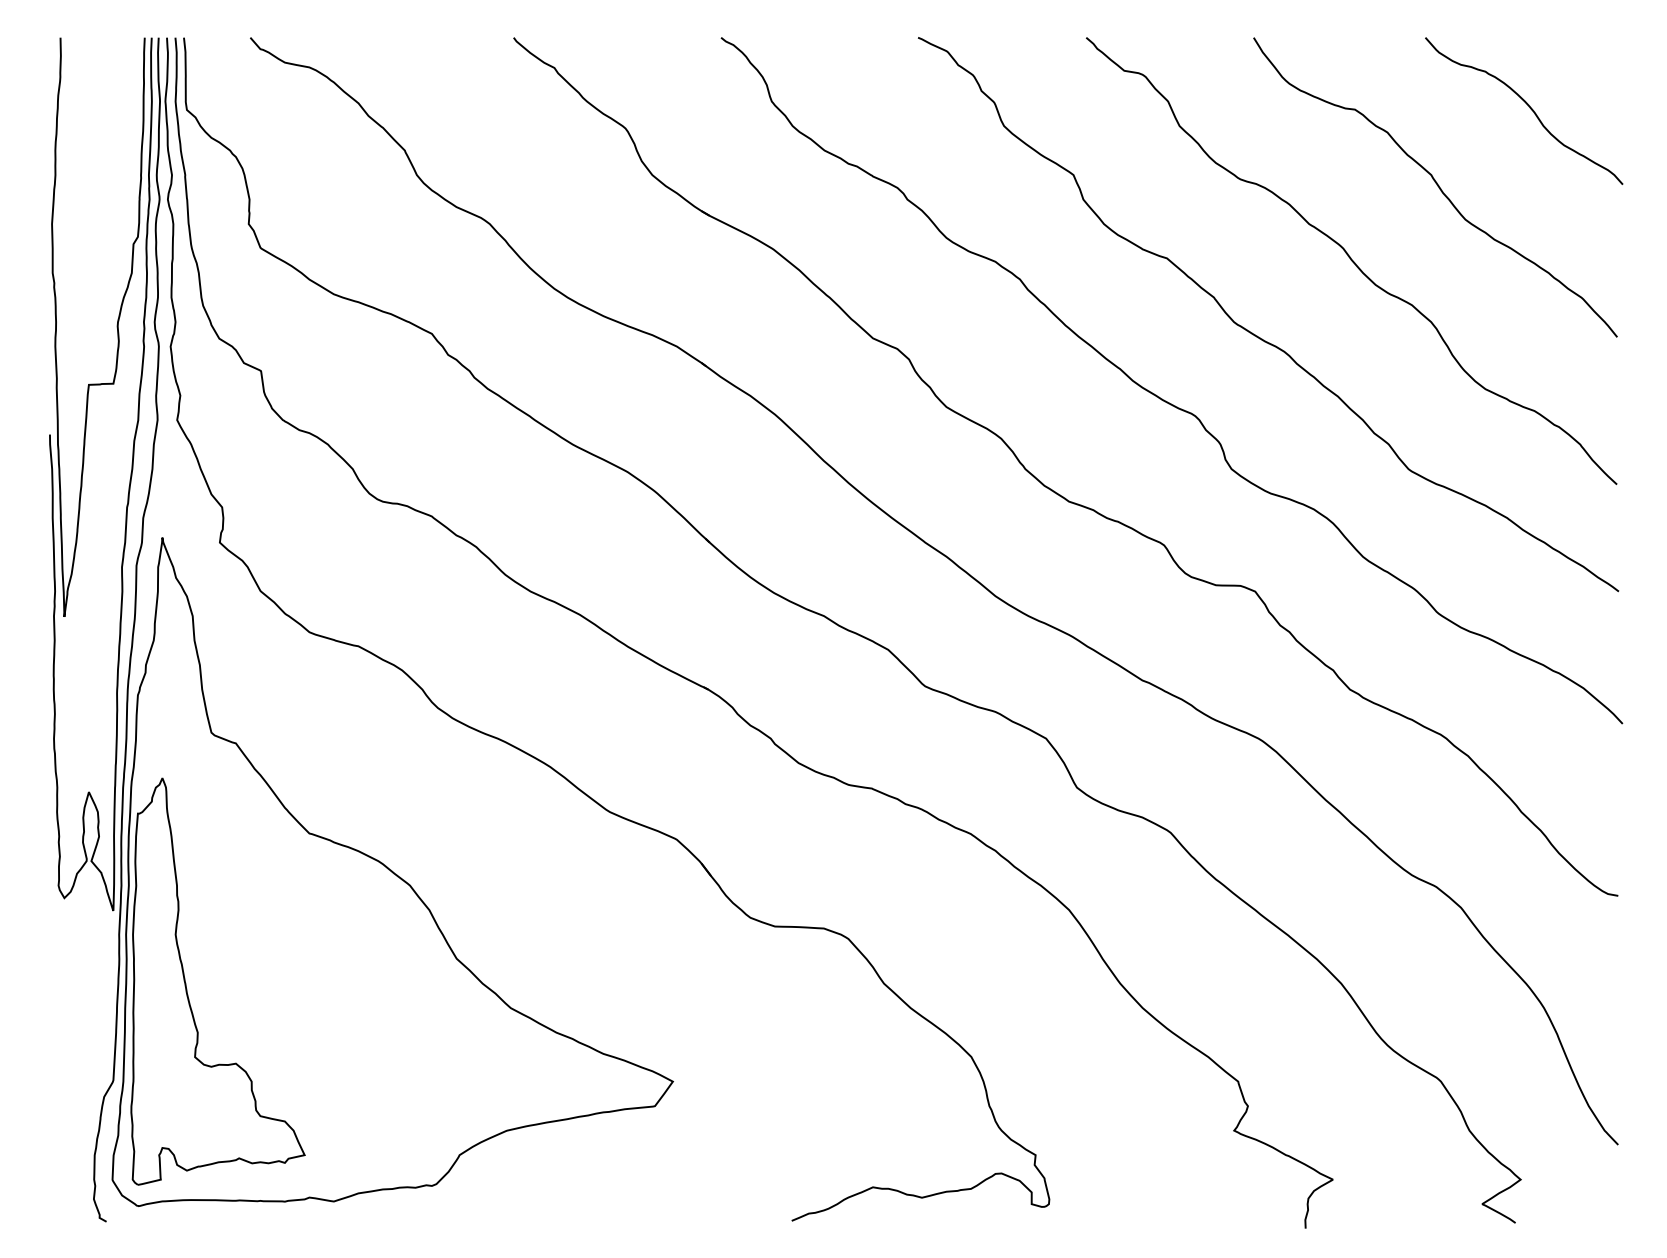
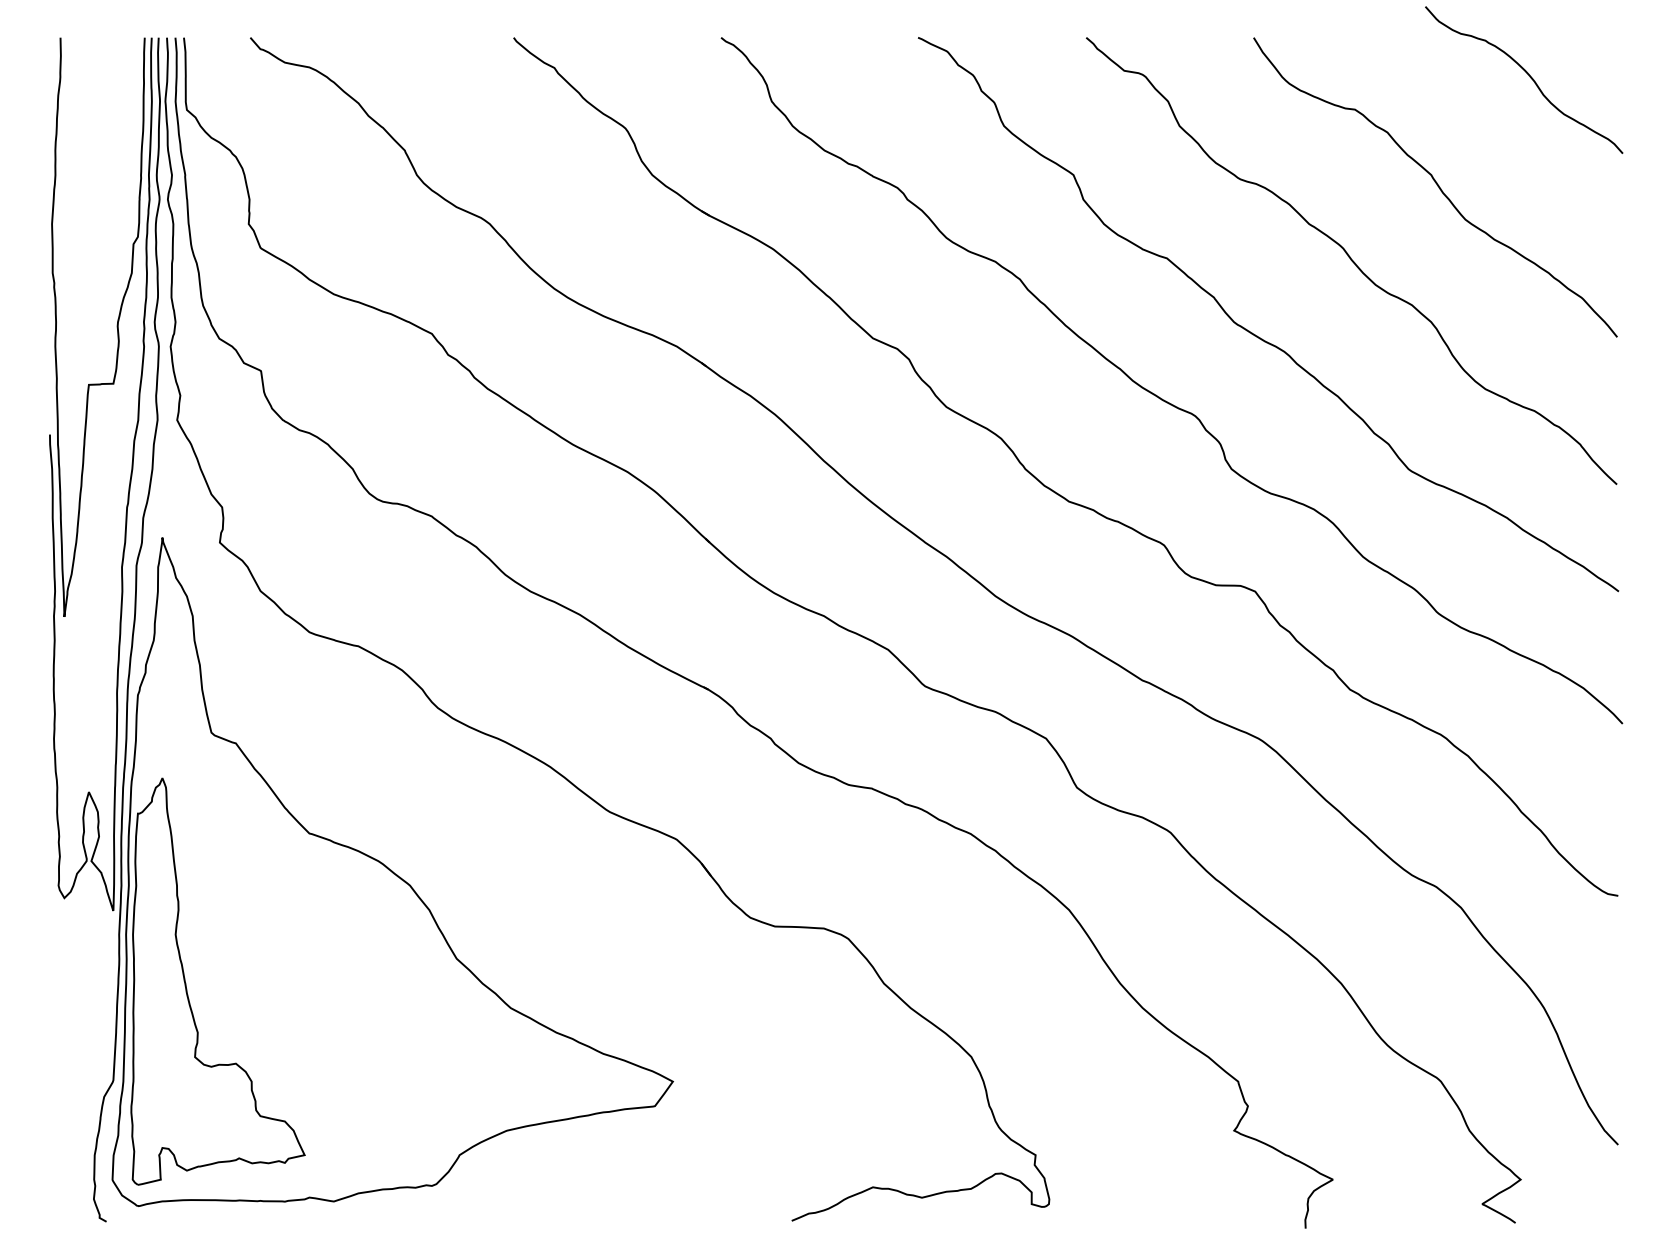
curve at (1529, 108) position: (1529, 108) -> (1529, 77)
